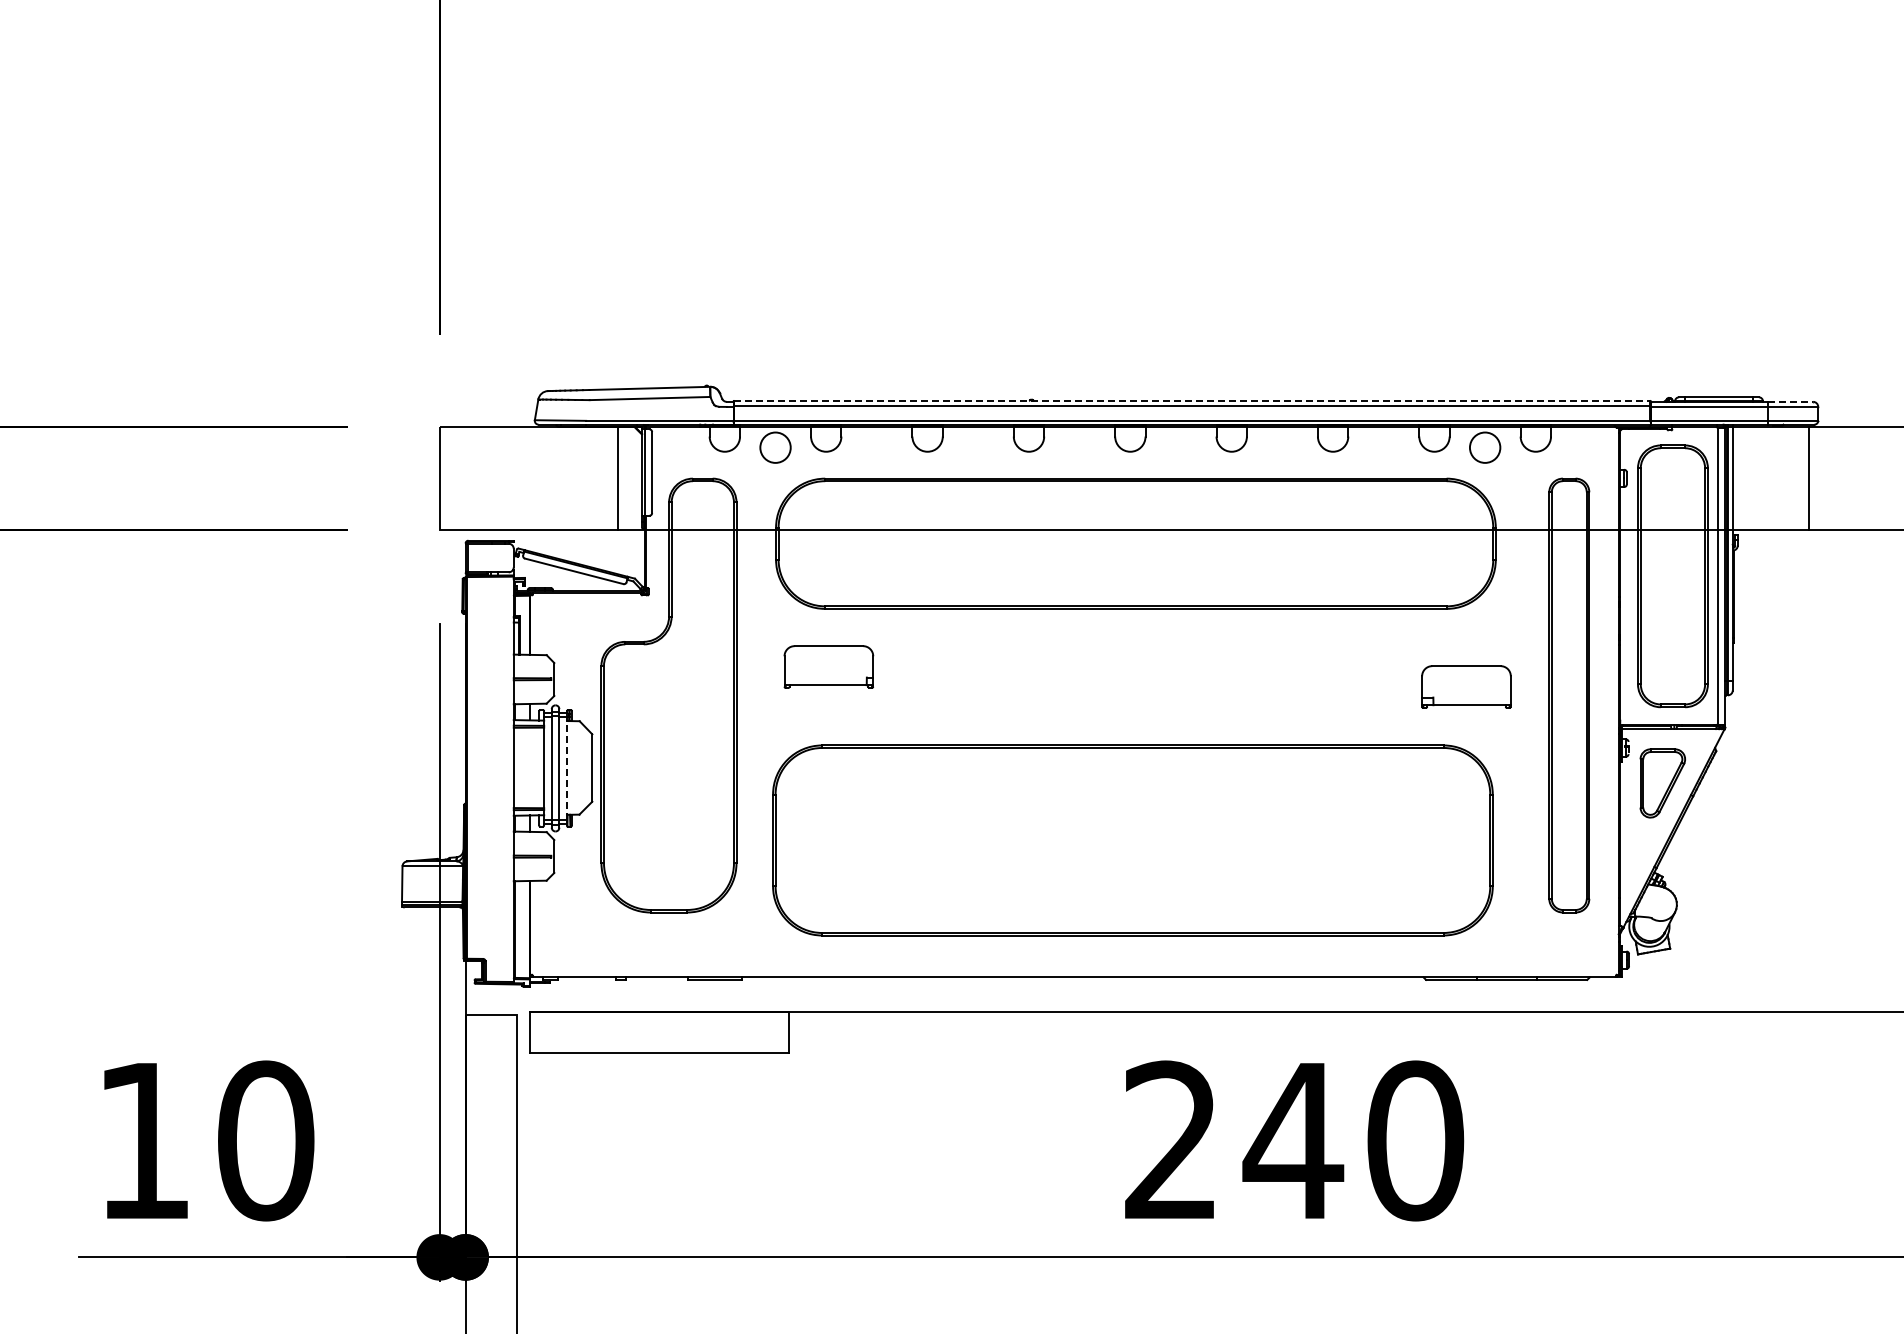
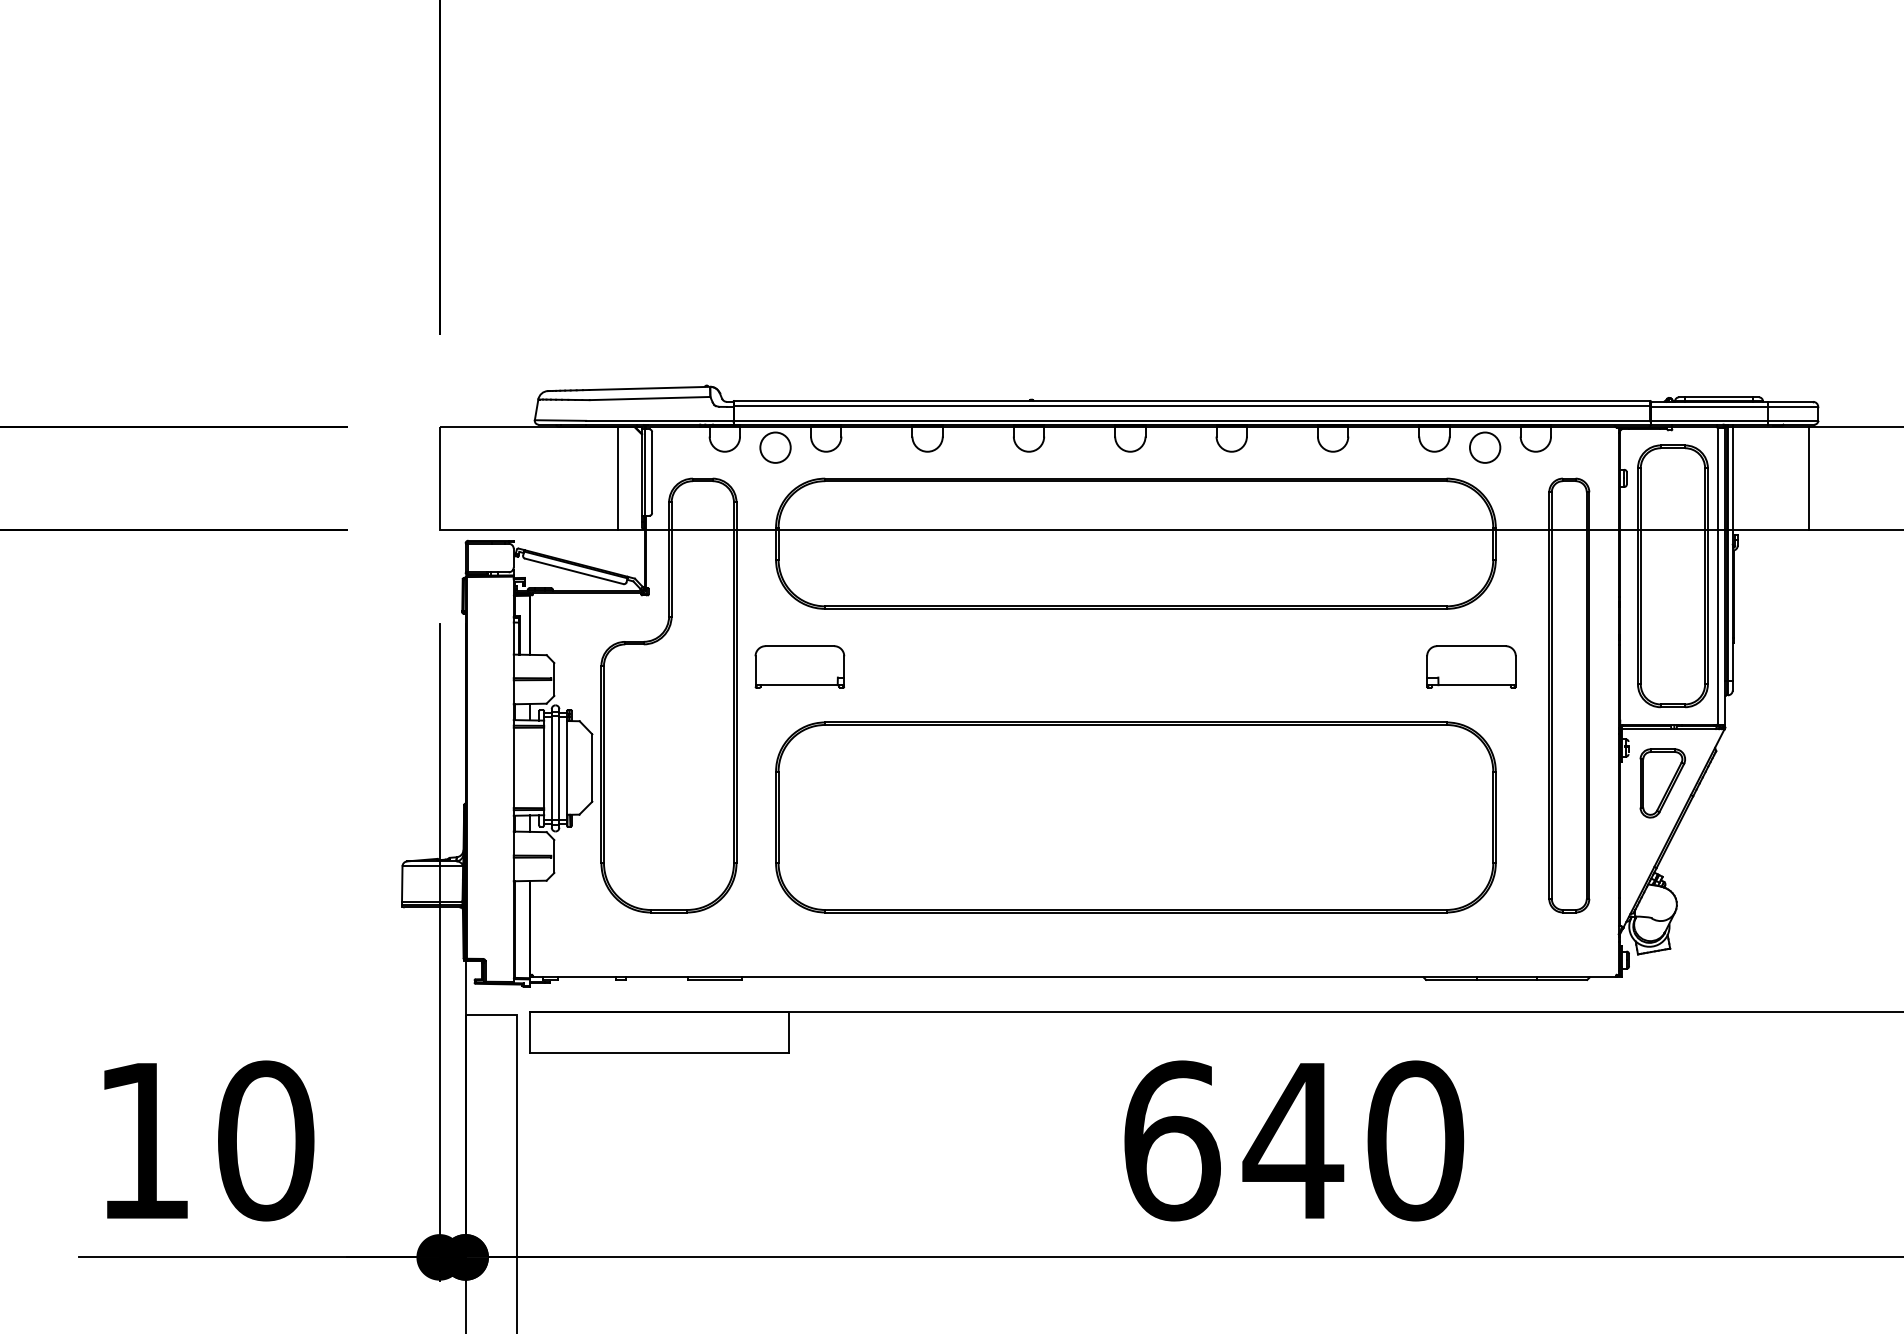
line at (1192, 400): dashed -> solid
line at (1790, 401): dashed -> solid
part at (828, 666) position: (828, 666) -> (799, 666)
part at (1466, 686) position: (1466, 686) -> (1471, 666)
line at (566, 767): dashed -> solid
part at (1132, 840) position: (1132, 840) -> (1135, 817)
text at (1172, 1140): 240 -> 640
